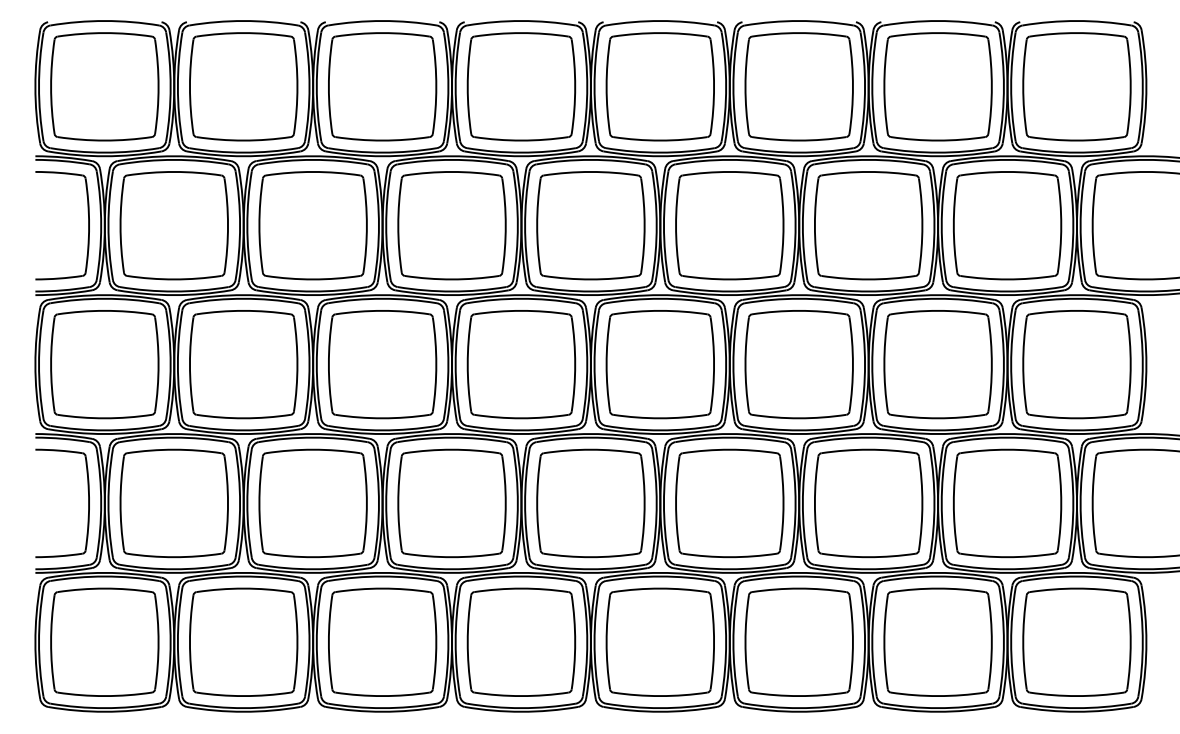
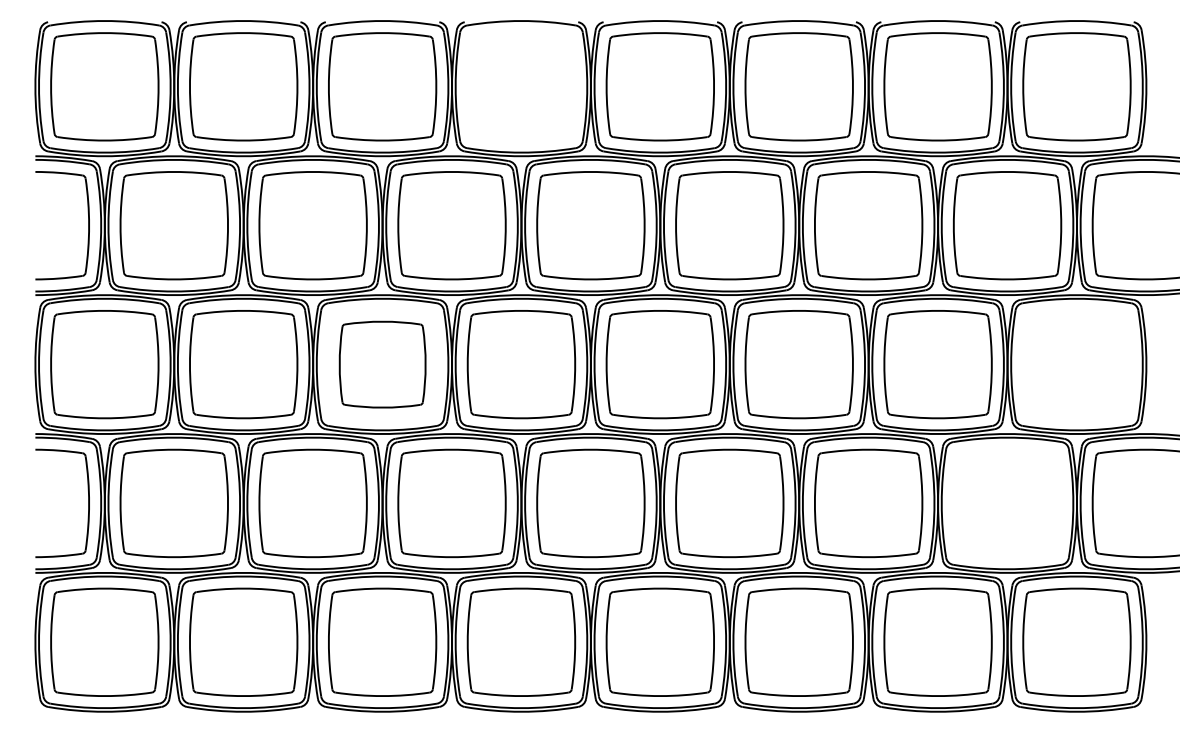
part at (521, 86): present -> none
part at (382, 364) size: 110x110 px -> 89x89 px
part at (1076, 364): present -> none
part at (1007, 503): present -> none
